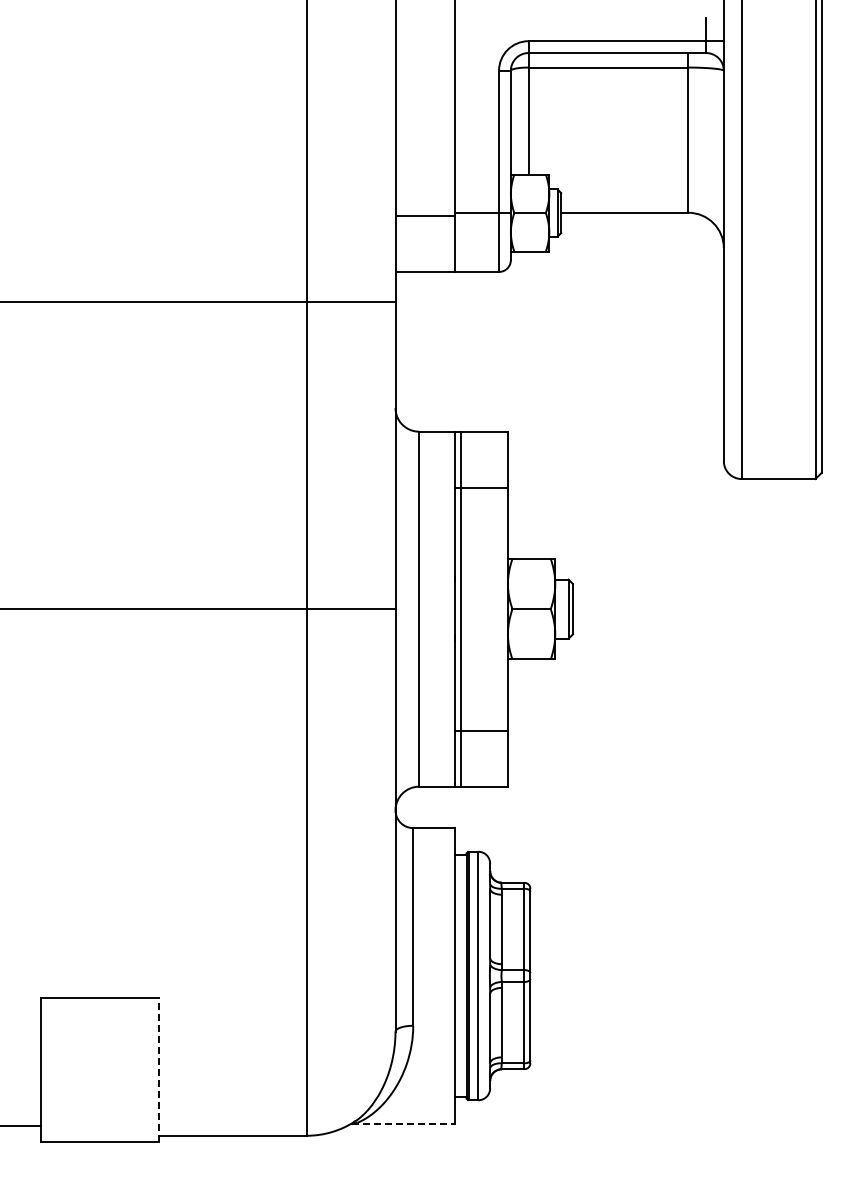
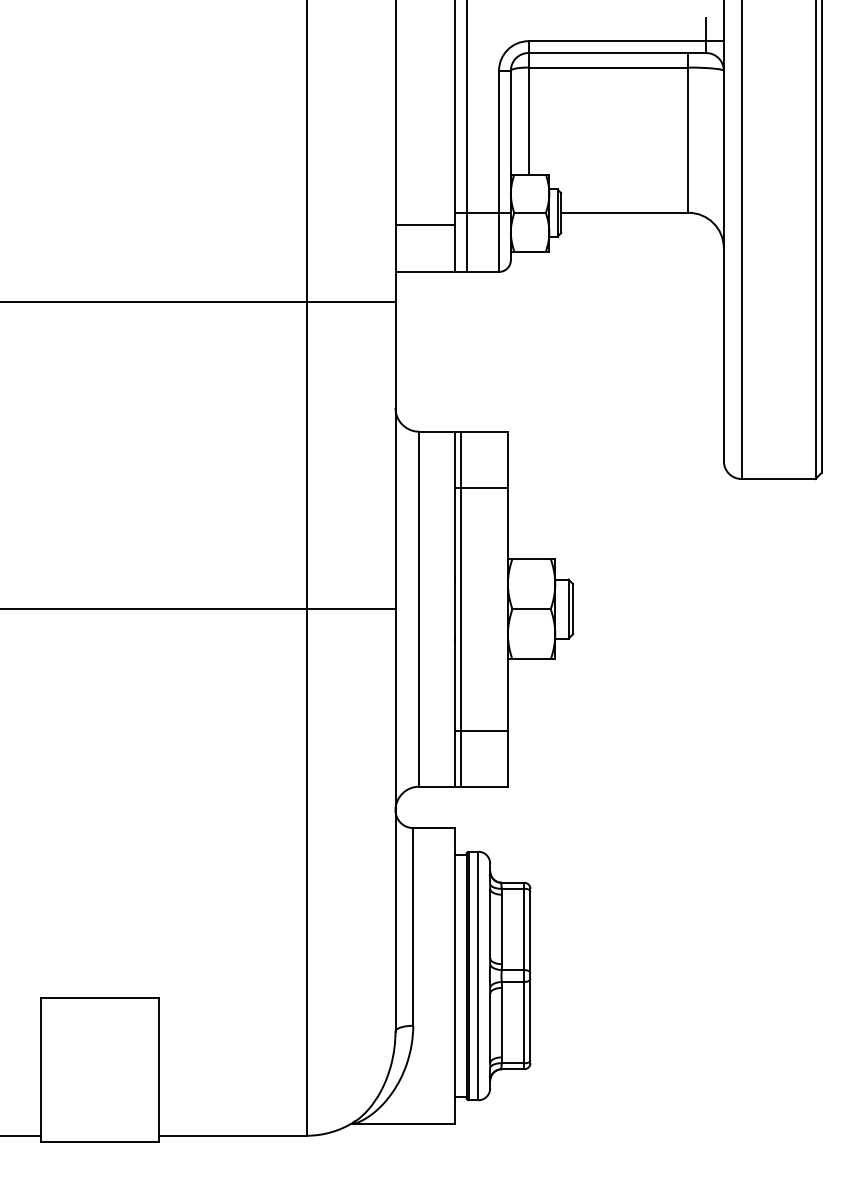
line at (466, 136): none -> present
line at (424, 215) position: (424, 215) -> (424, 224)
line at (158, 1069): dashed -> solid
line at (403, 1123): dashed -> solid
line at (21, 1125) position: (21, 1125) -> (21, 1135)
